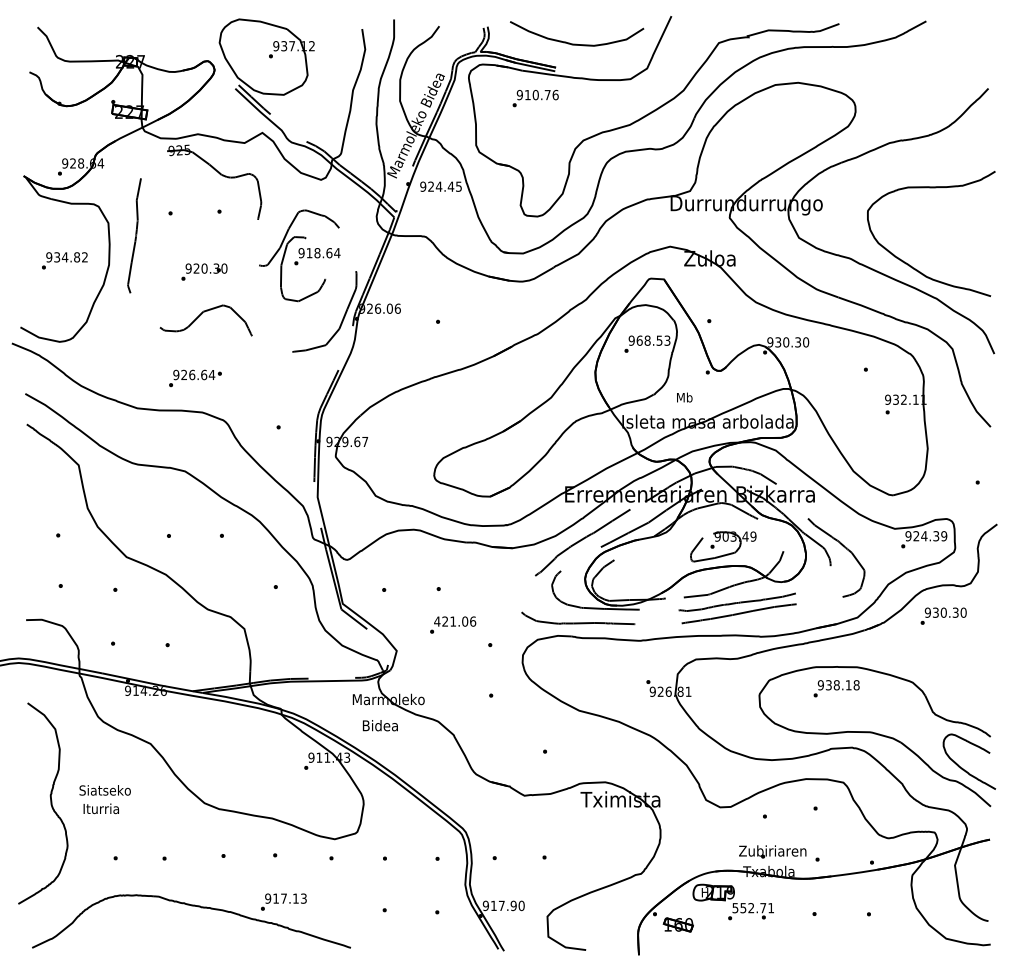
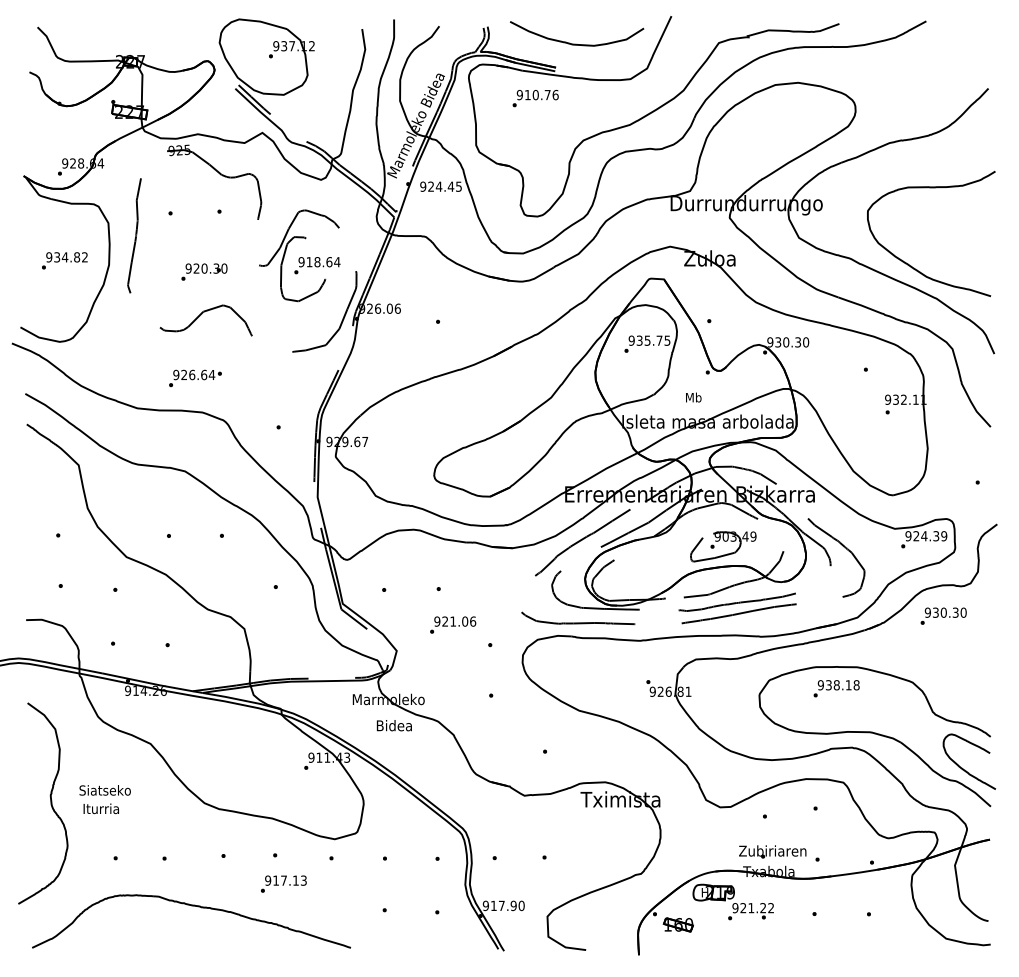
text at (317, 256) position: (317, 256) -> (317, 265)
text at (653, 340): 968.53 -> 935.75
text at (684, 397) position: (684, 397) -> (693, 397)
text at (437, 621): 421.06 -> 921.06
text at (379, 725) position: (379, 725) -> (393, 725)
text at (283, 901) position: (283, 901) -> (283, 883)
text at (752, 908): 552.71 -> 921.22
